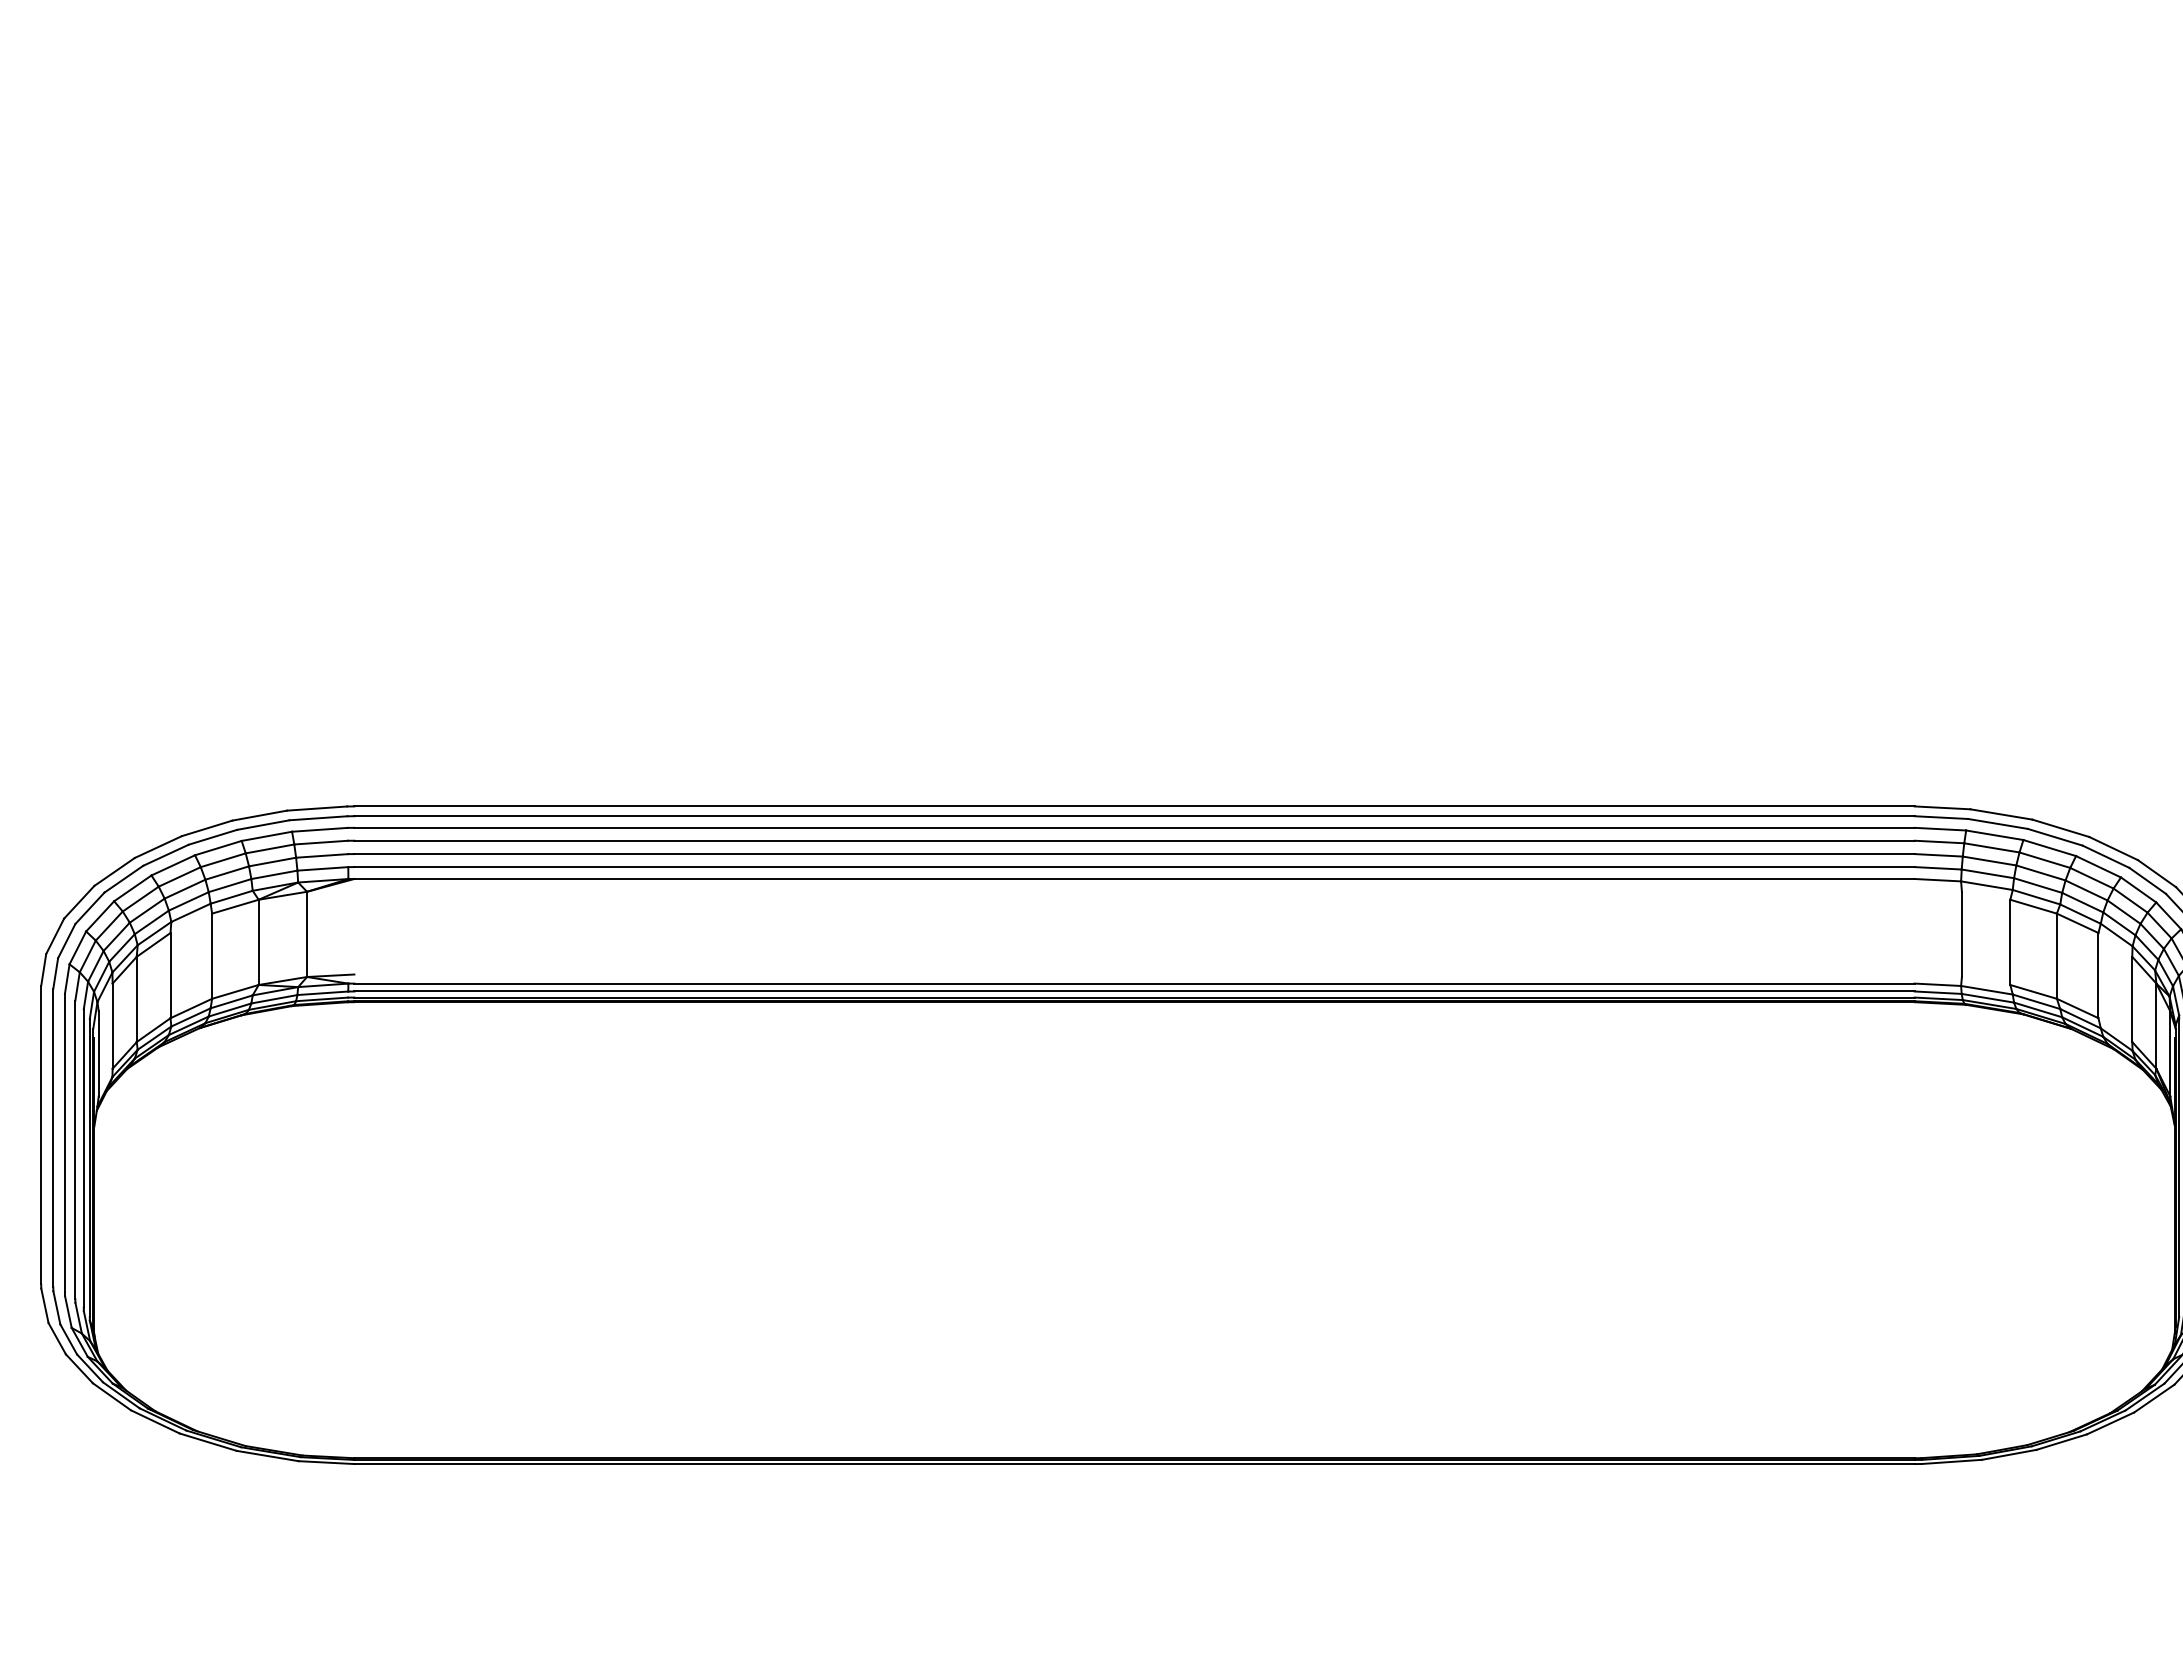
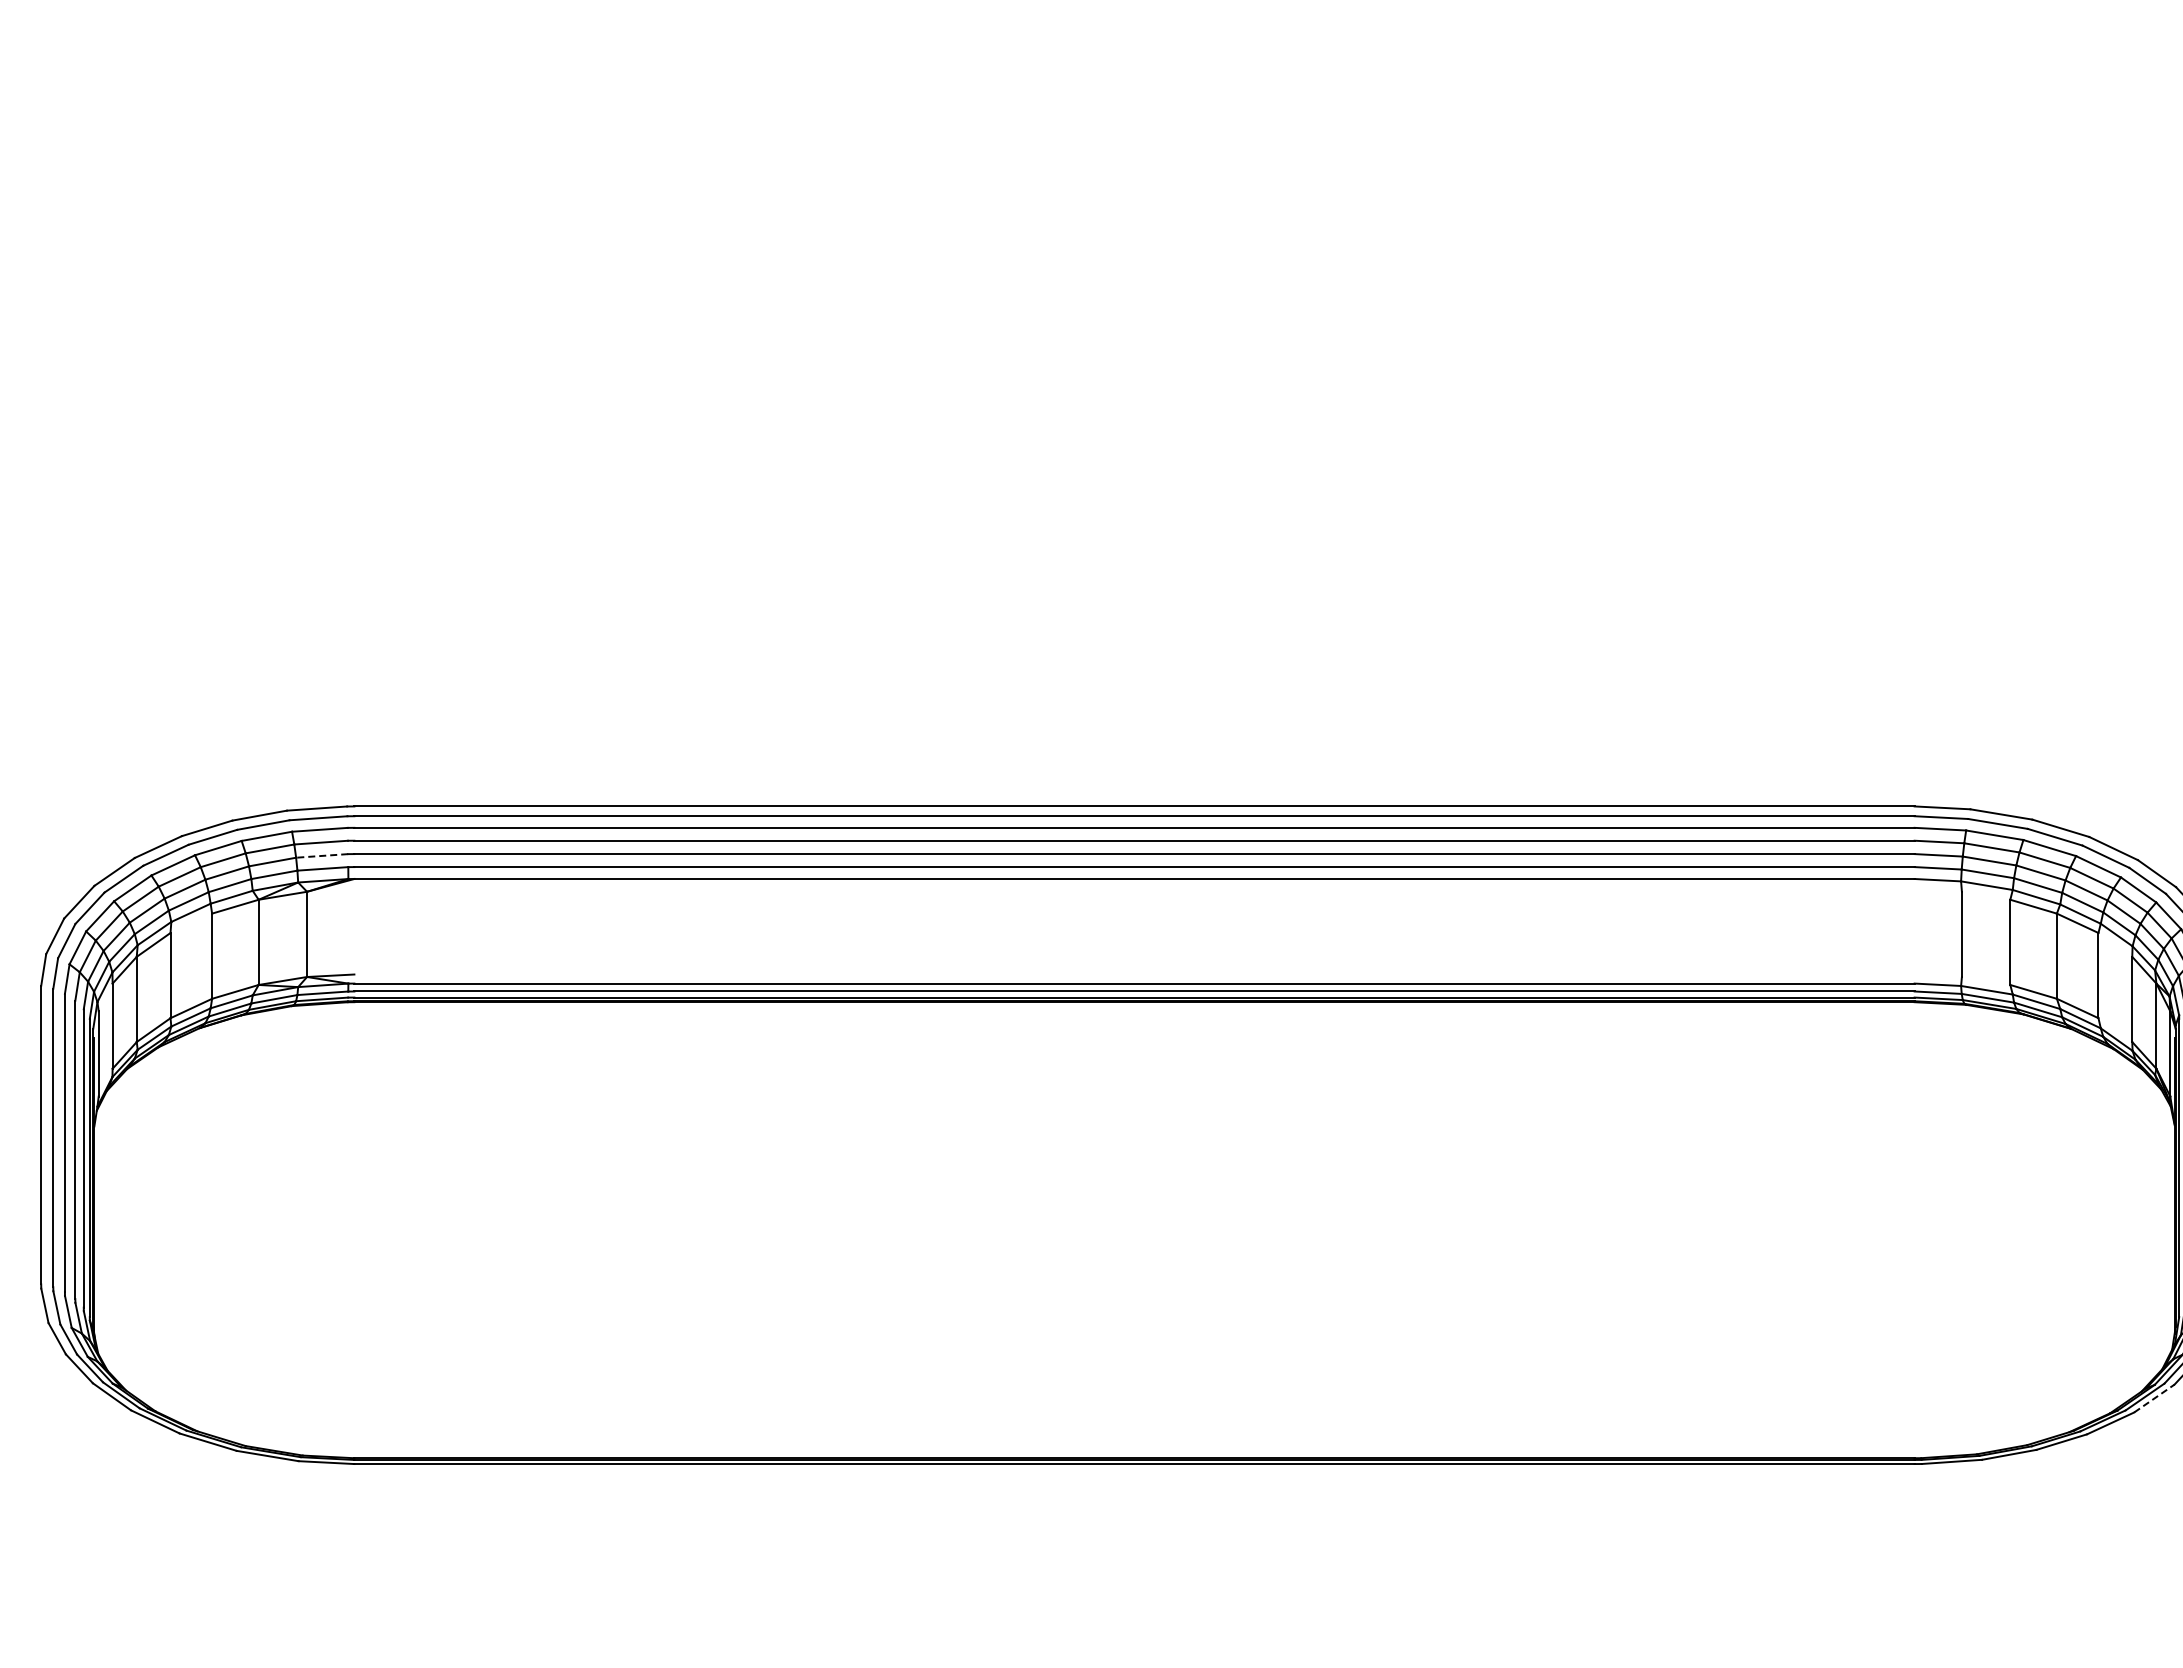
line at (321, 855): solid -> dashed
line at (2154, 1398): solid -> dashed
